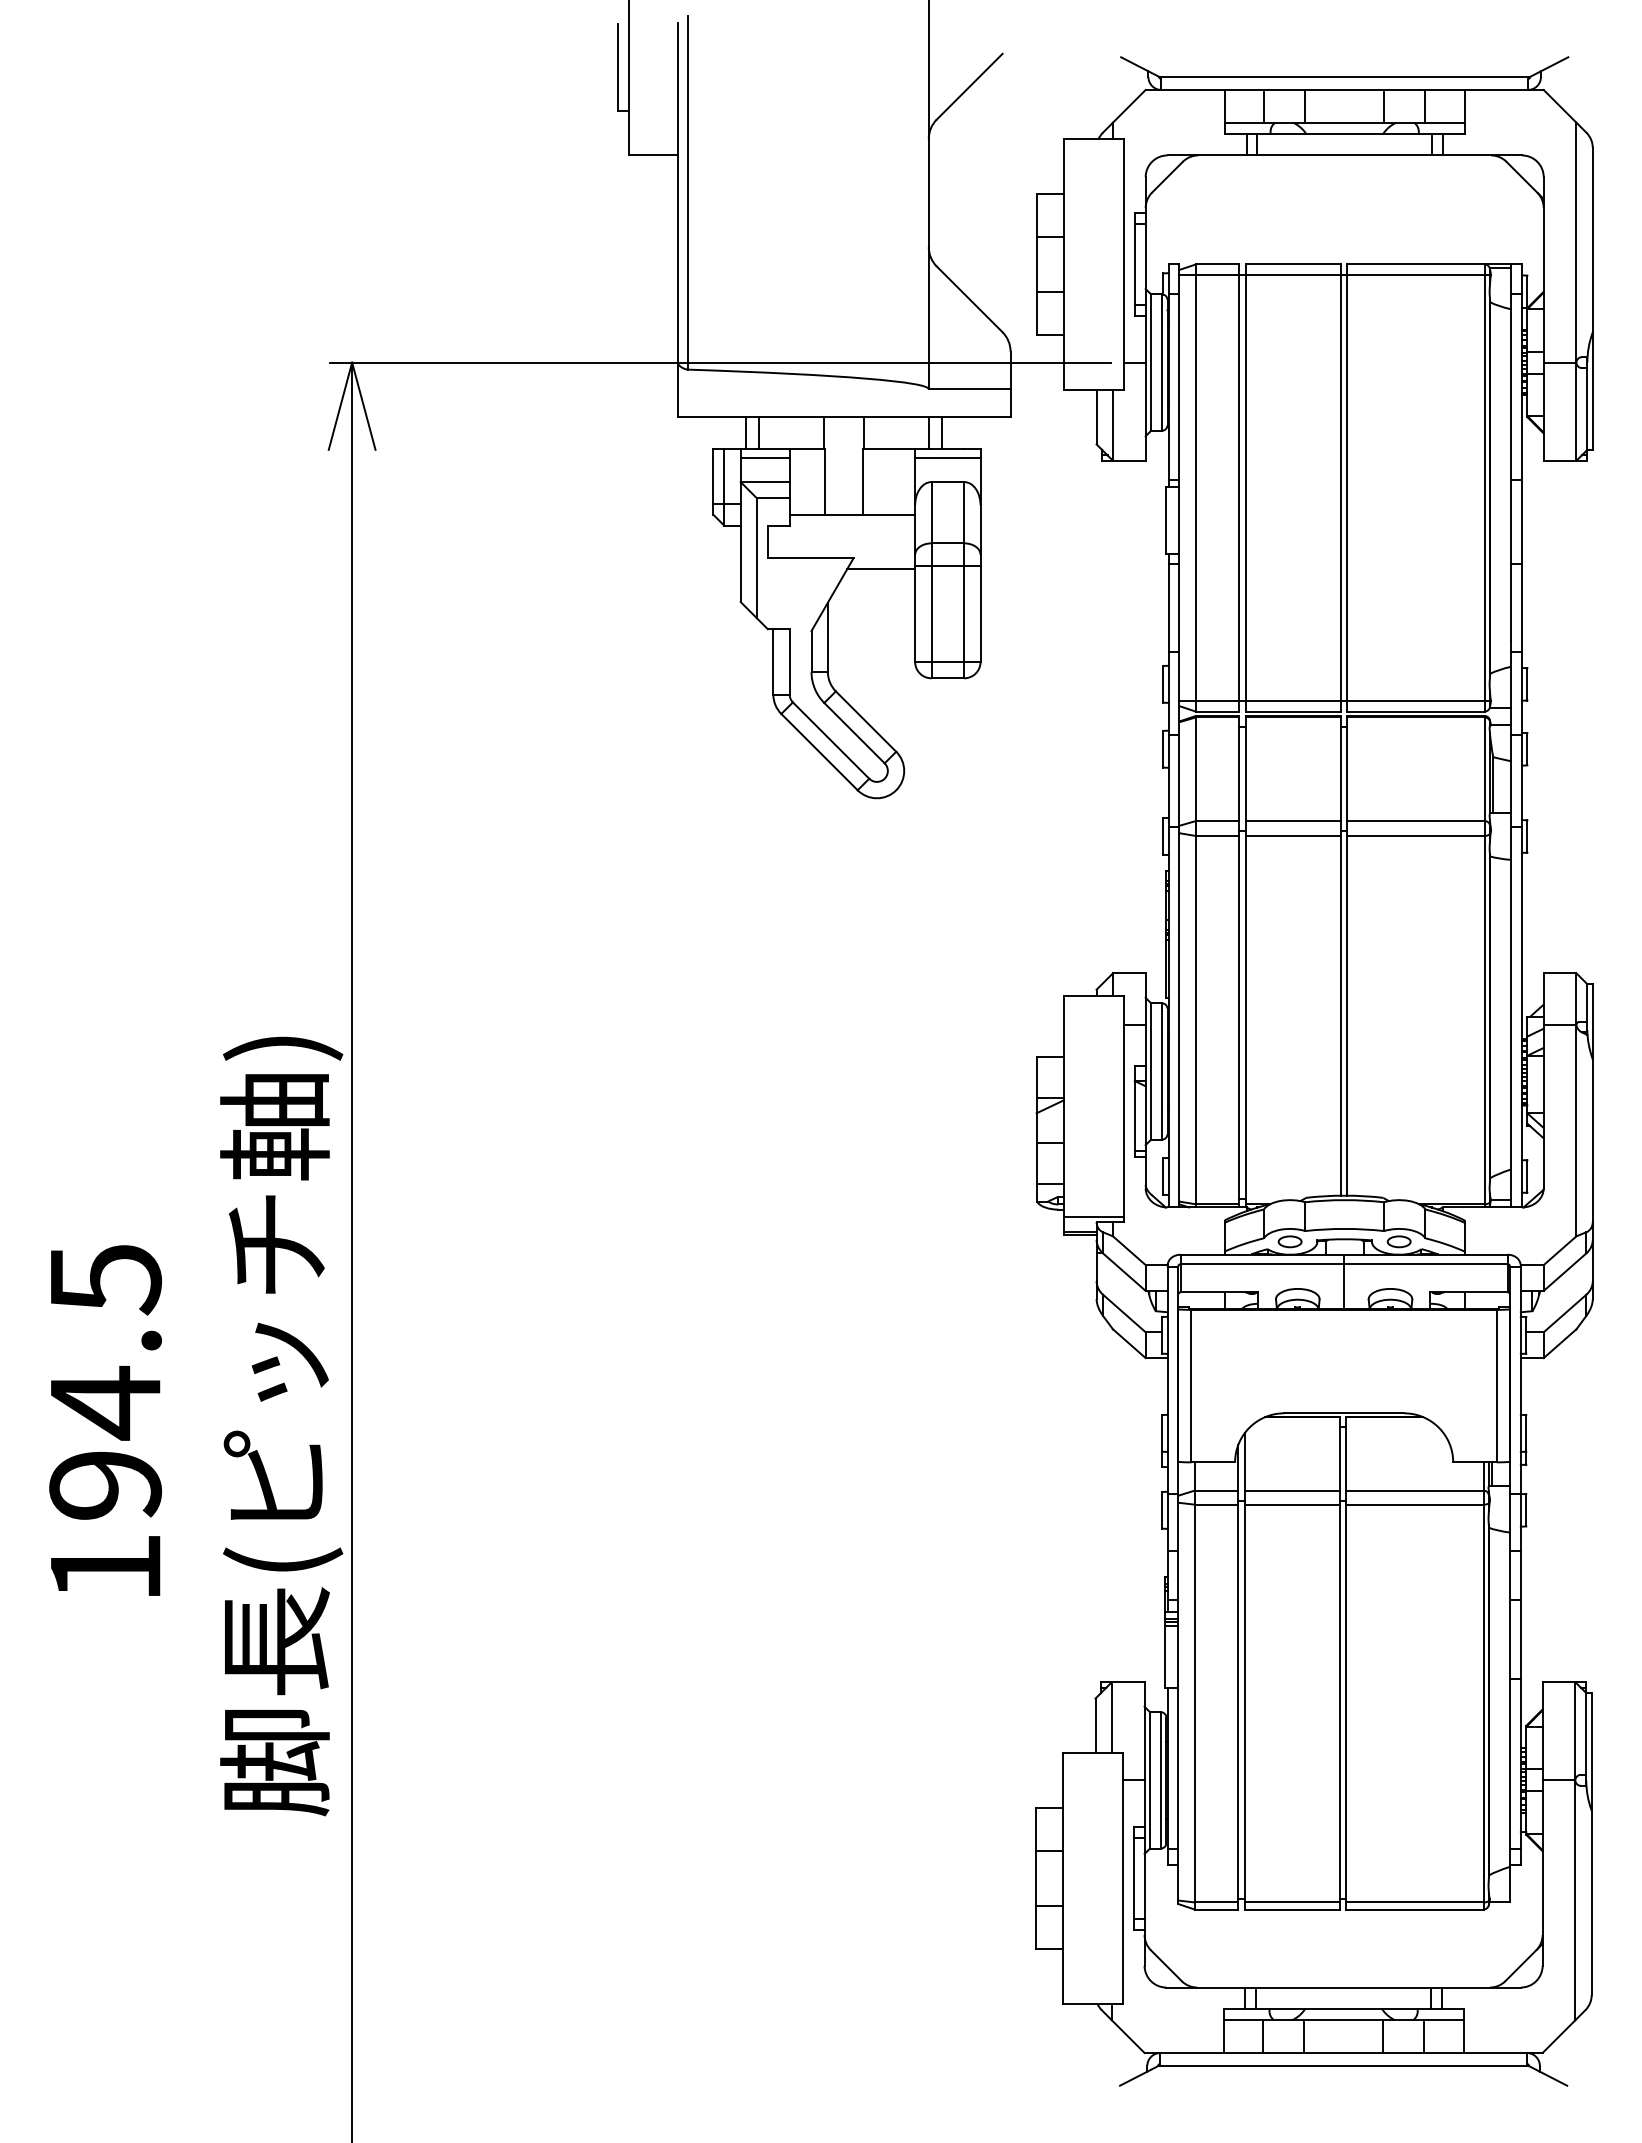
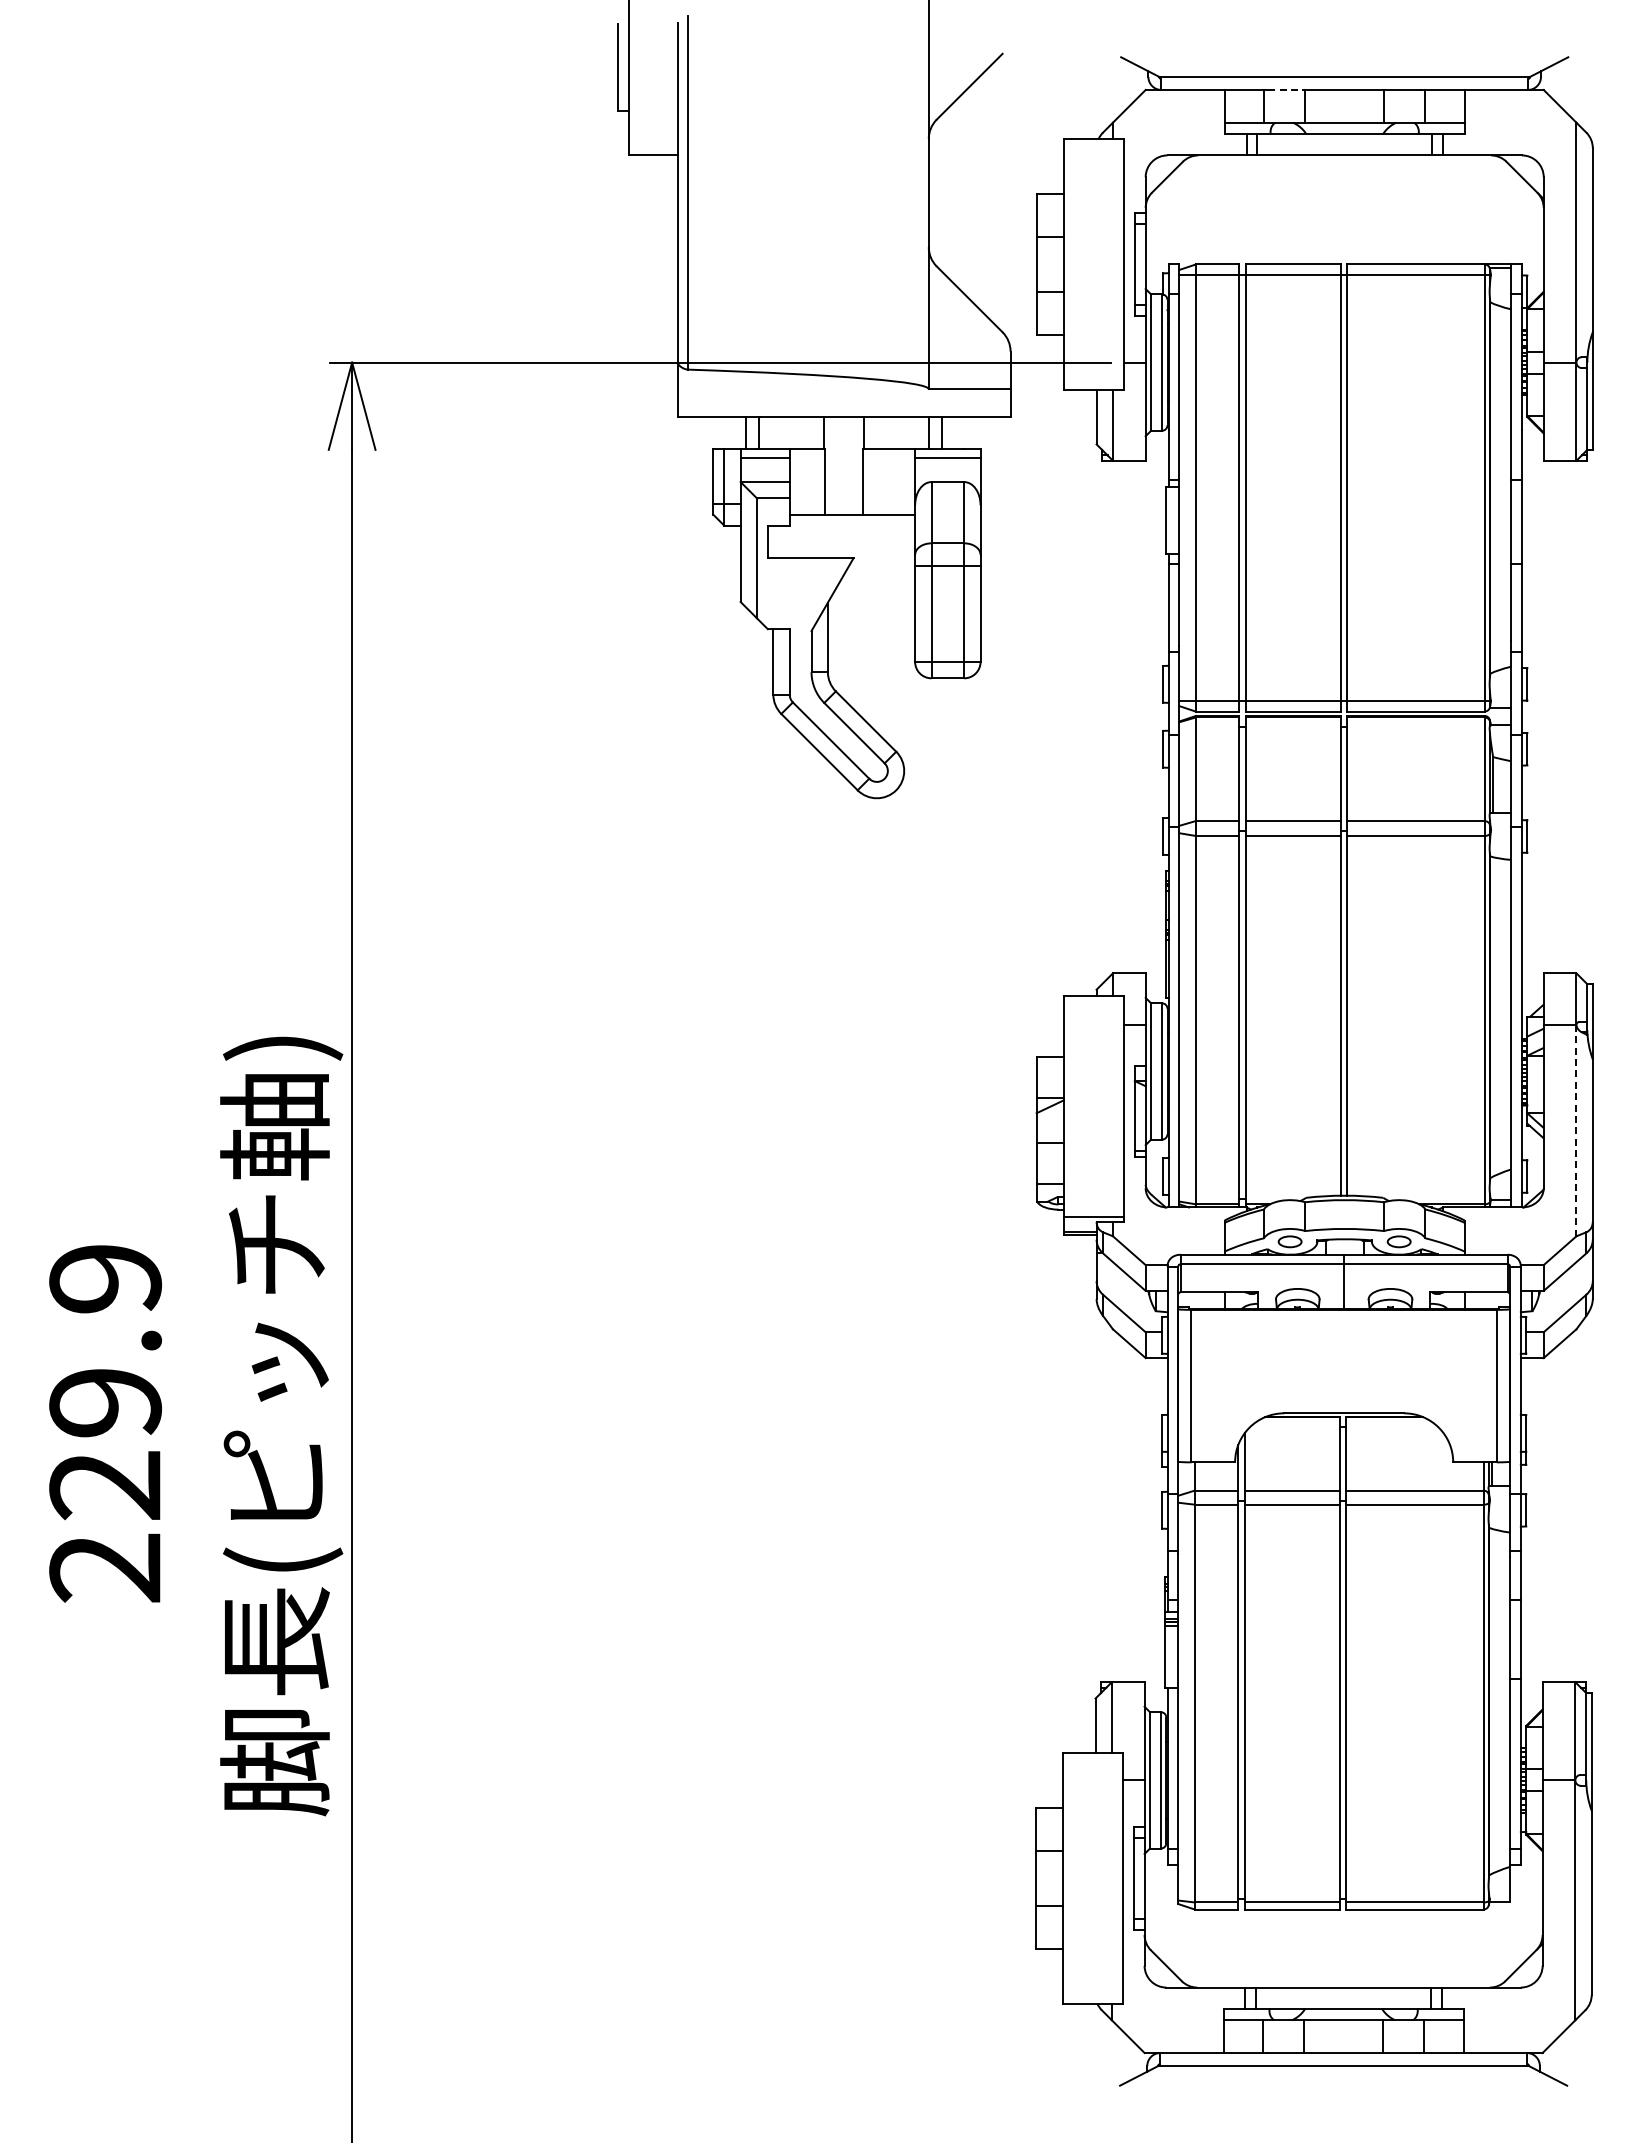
line at (1287, 89): solid -> dashed
line at (881, 569): present -> none
line at (1576, 1130): solid -> dashed
text at (105, 1423): 194.5 -> 229.9
